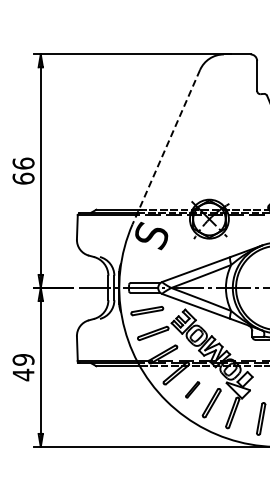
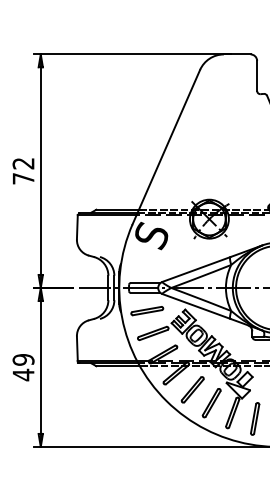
line at (166, 147): dashed -> solid
text at (23, 170): 66 -> 72
part at (192, 389) size: 16x18 px -> 25x28 px
part at (261, 418) position: (261, 418) -> (255, 418)
